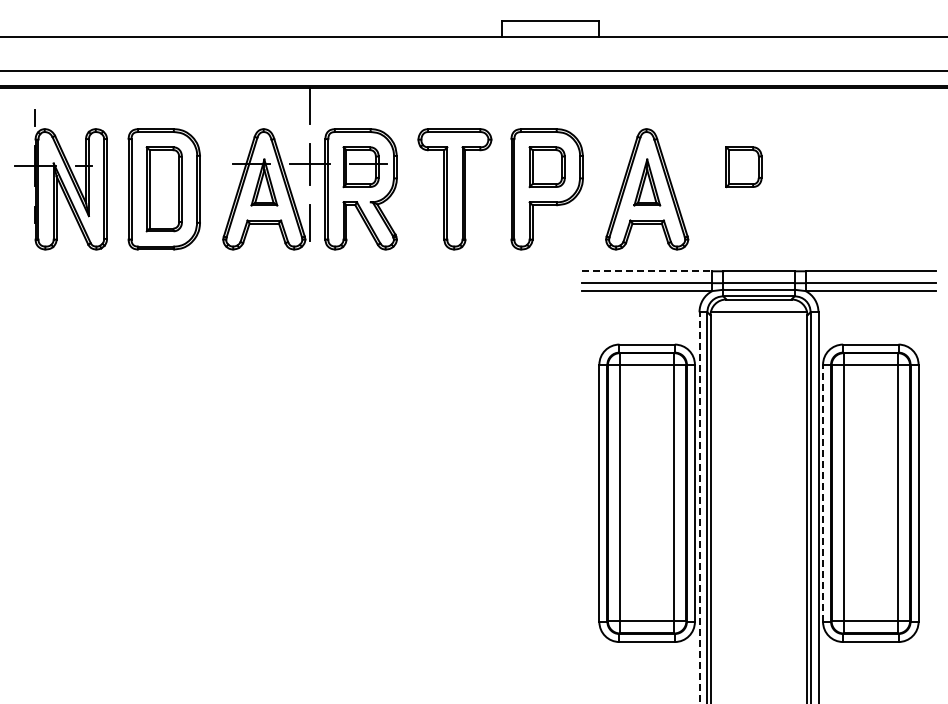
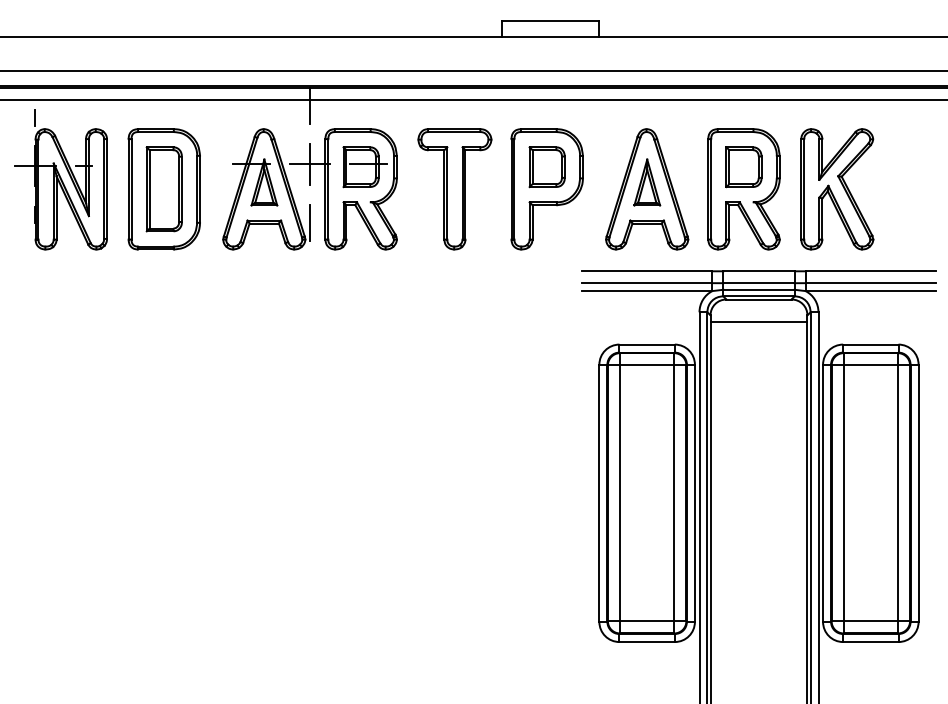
line at (473, 100): none -> present
part at (743, 189): none -> present
part at (837, 189): none -> present
line at (647, 271): dashed -> solid
line at (758, 311) position: (758, 311) -> (758, 321)
line at (823, 493): dashed -> solid
line at (699, 507): dashed -> solid
